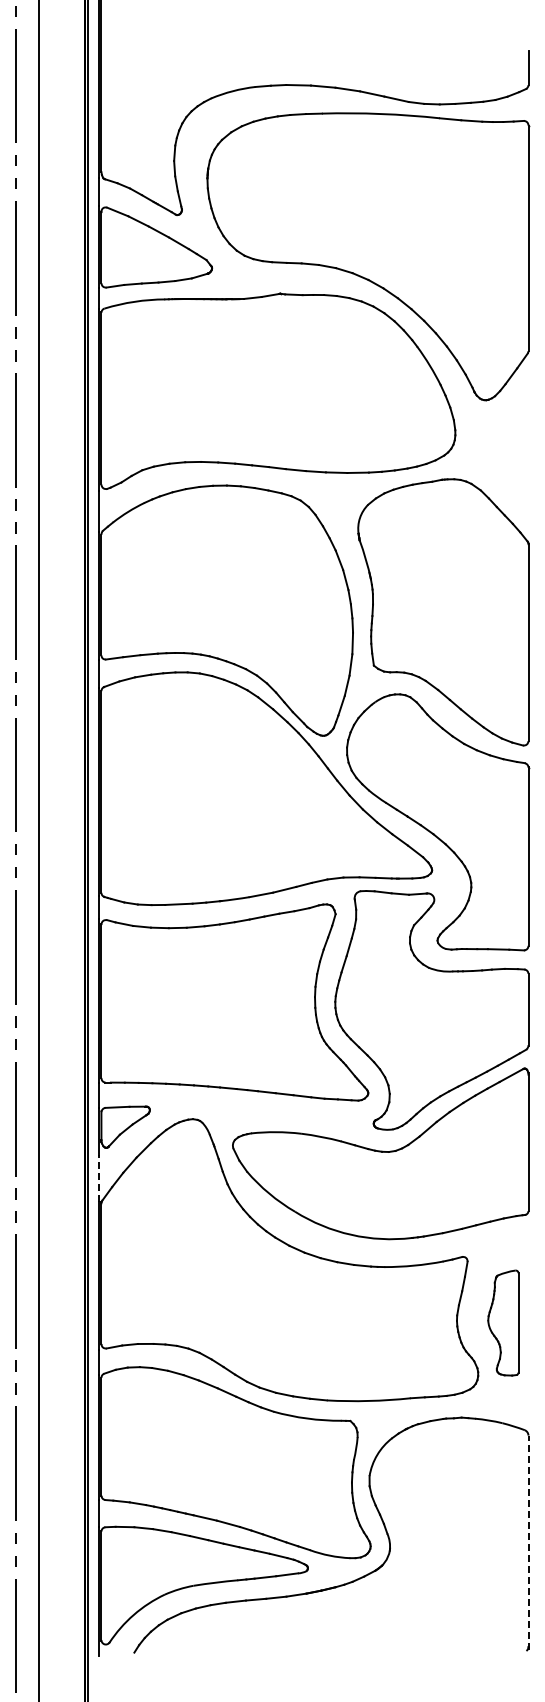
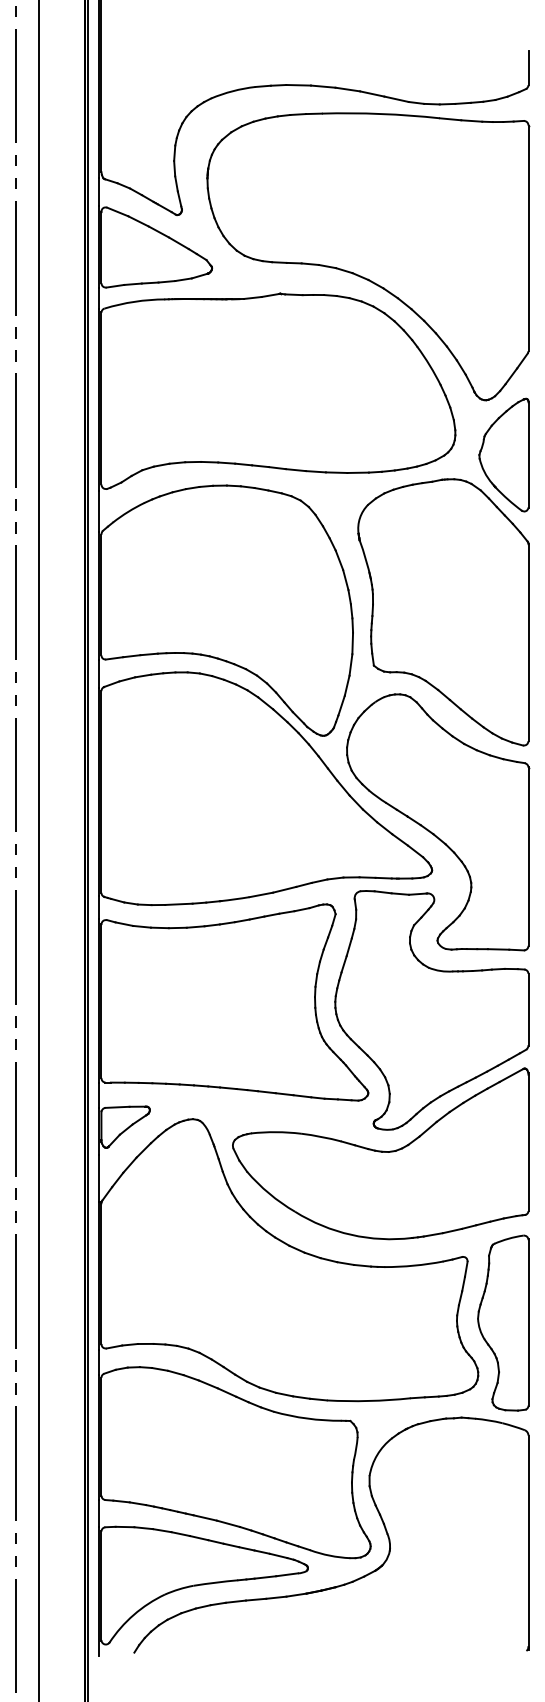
part at (503, 454): none -> present
line at (98, 1178): dashed -> solid
part at (503, 1322) size: 33x108 px -> 53x178 px
line at (528, 1542): dashed -> solid
